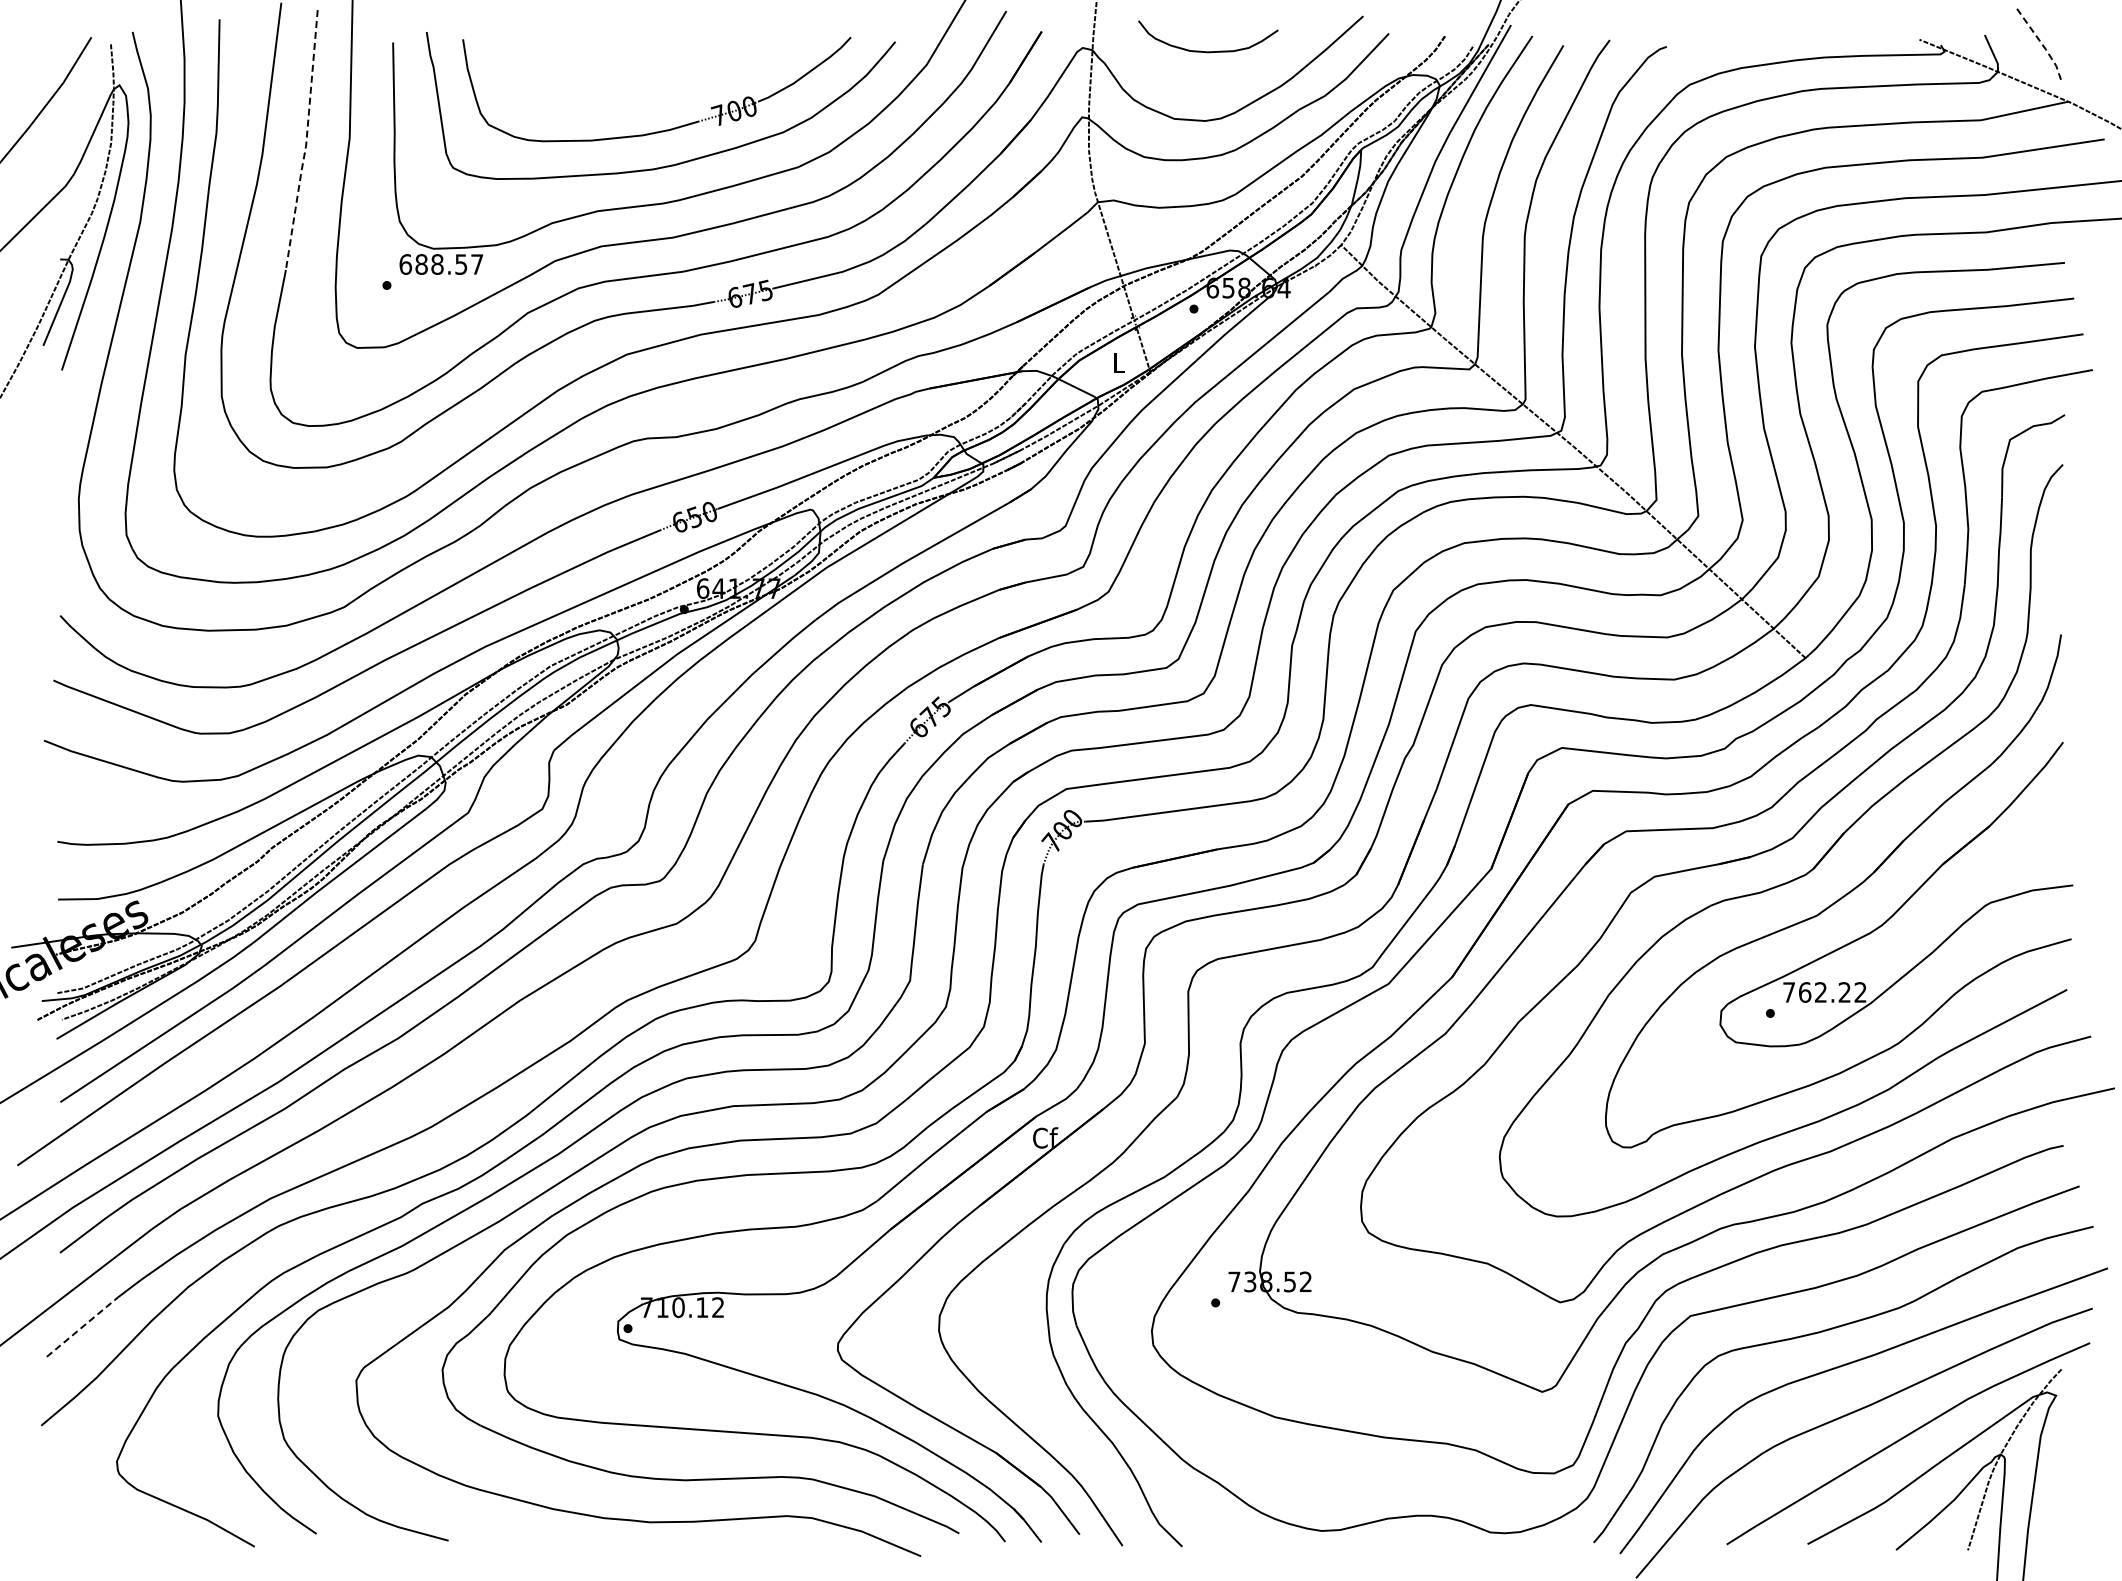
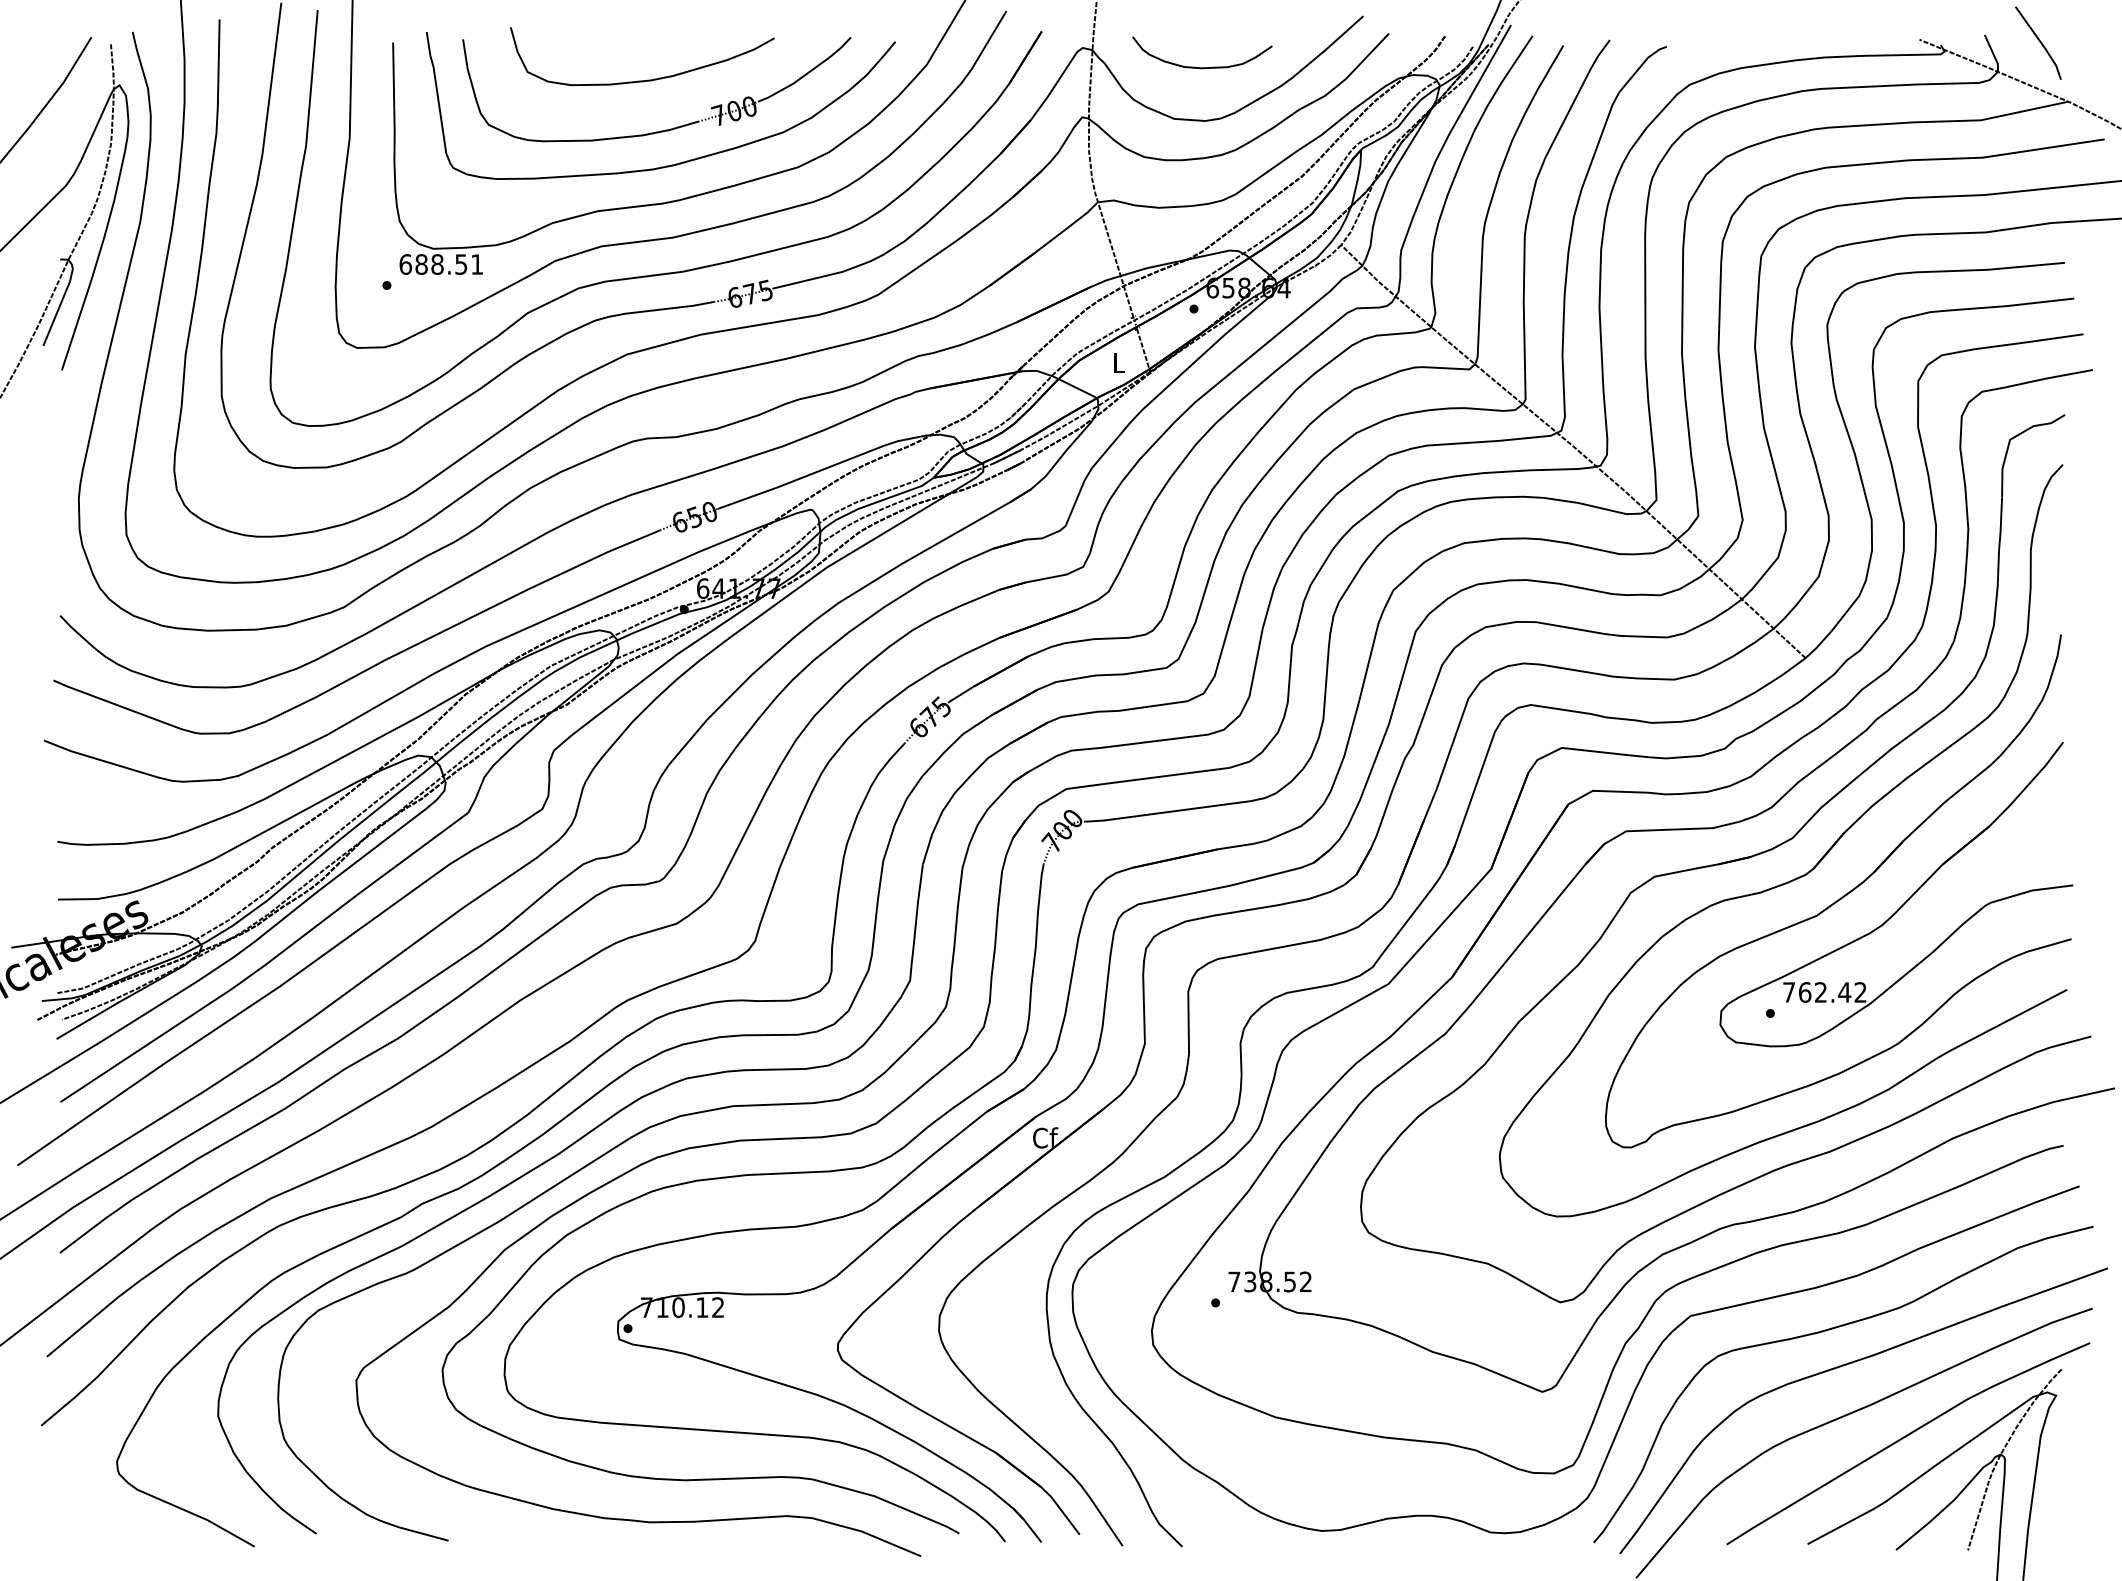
line at (2041, 42): dashed -> solid
curve at (1208, 51) position: (1208, 51) -> (1202, 67)
curve at (647, 79): none -> present
line at (306, 142): dashed -> solid
text at (476, 264): 688.57 -> 688.51
text at (1844, 992): 762.22 -> 762.42
line at (82, 1326): dashed -> solid
